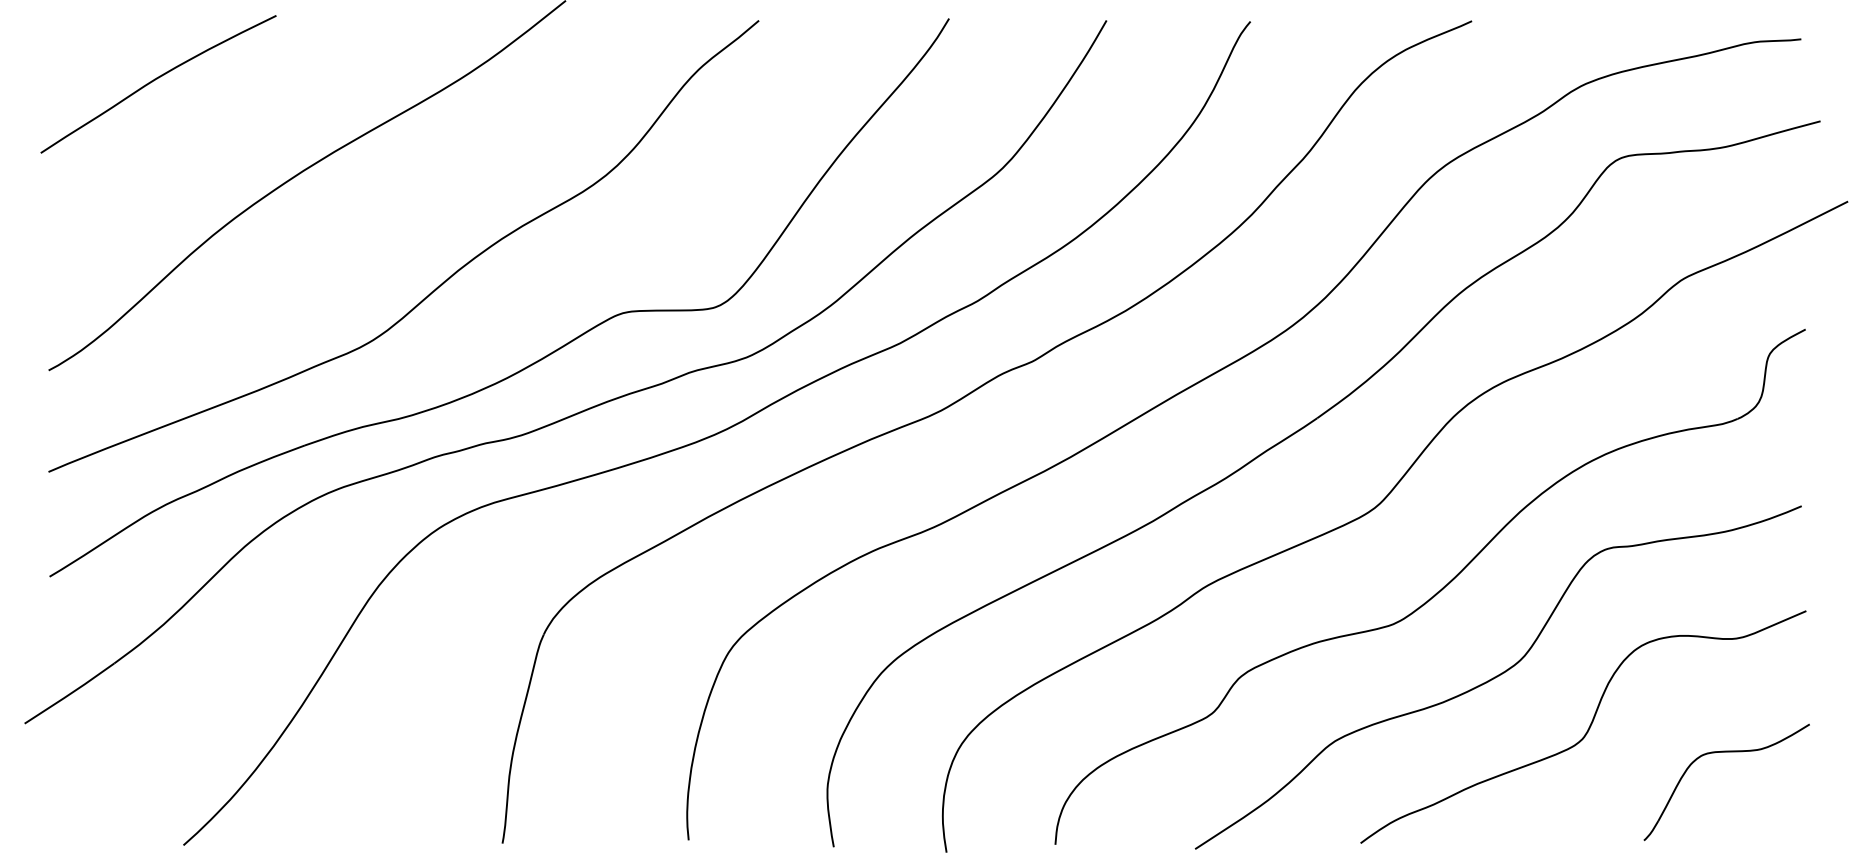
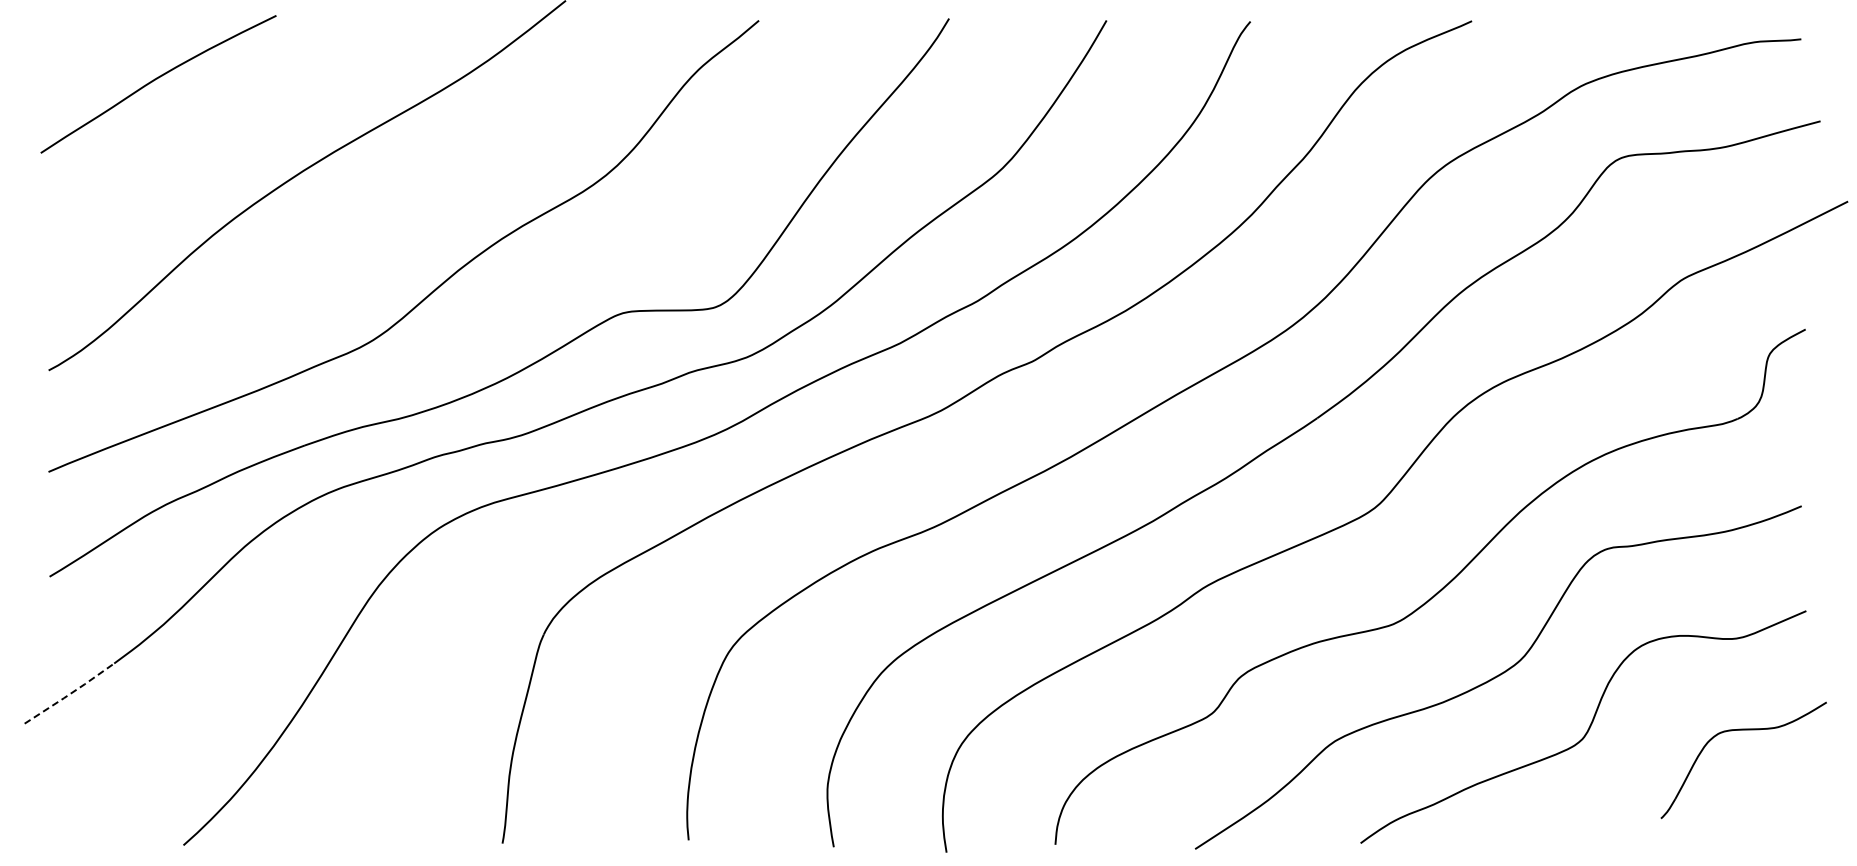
line at (70, 693): solid -> dashed
part at (1726, 752) position: (1726, 752) -> (1743, 730)
